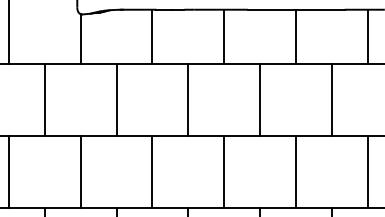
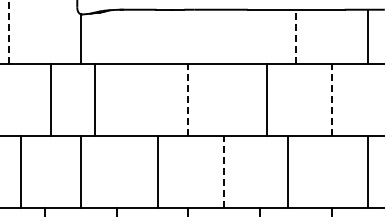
line at (8, 32): solid -> dashed
line at (152, 36): present -> none
line at (224, 36): present -> none
line at (296, 36): solid -> dashed
line at (44, 99) position: (44, 99) -> (50, 99)
line at (116, 99) position: (116, 99) -> (94, 99)
line at (260, 99) position: (260, 99) -> (267, 99)
line at (188, 100): solid -> dashed
line at (331, 100): solid -> dashed
line at (8, 171) position: (8, 171) -> (20, 171)
line at (152, 171) position: (152, 171) -> (158, 171)
line at (224, 171): solid -> dashed
line at (296, 171) position: (296, 171) -> (288, 171)
